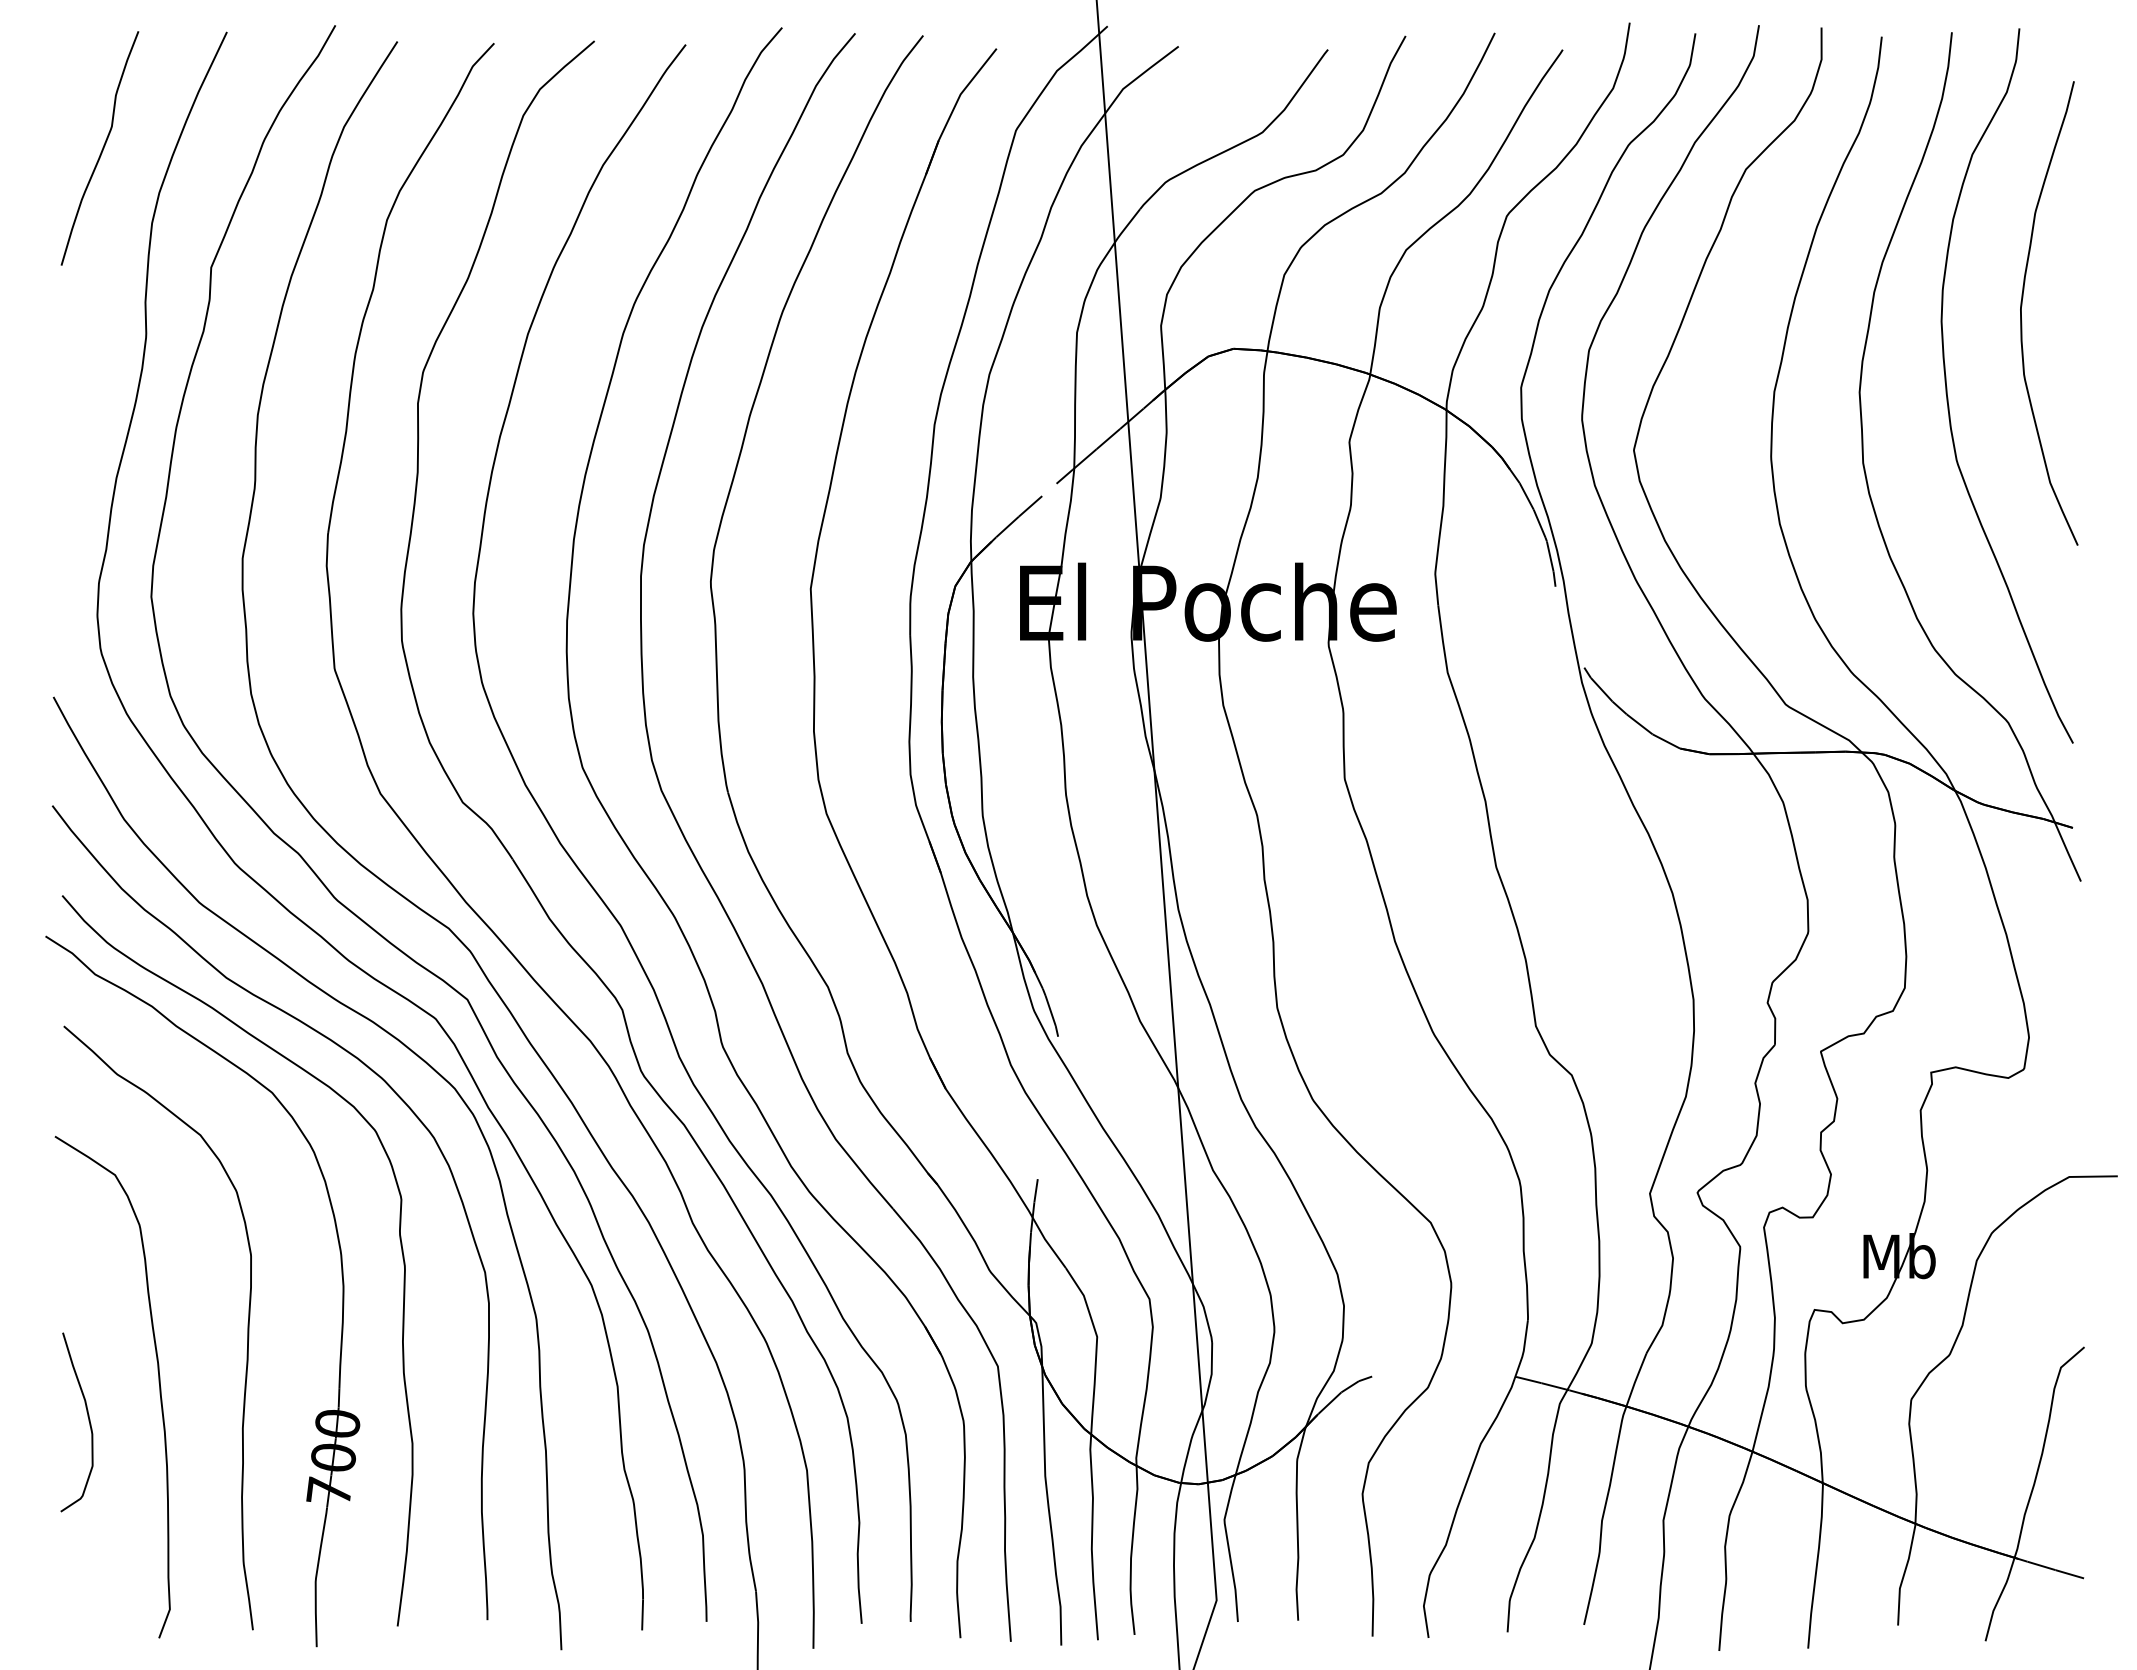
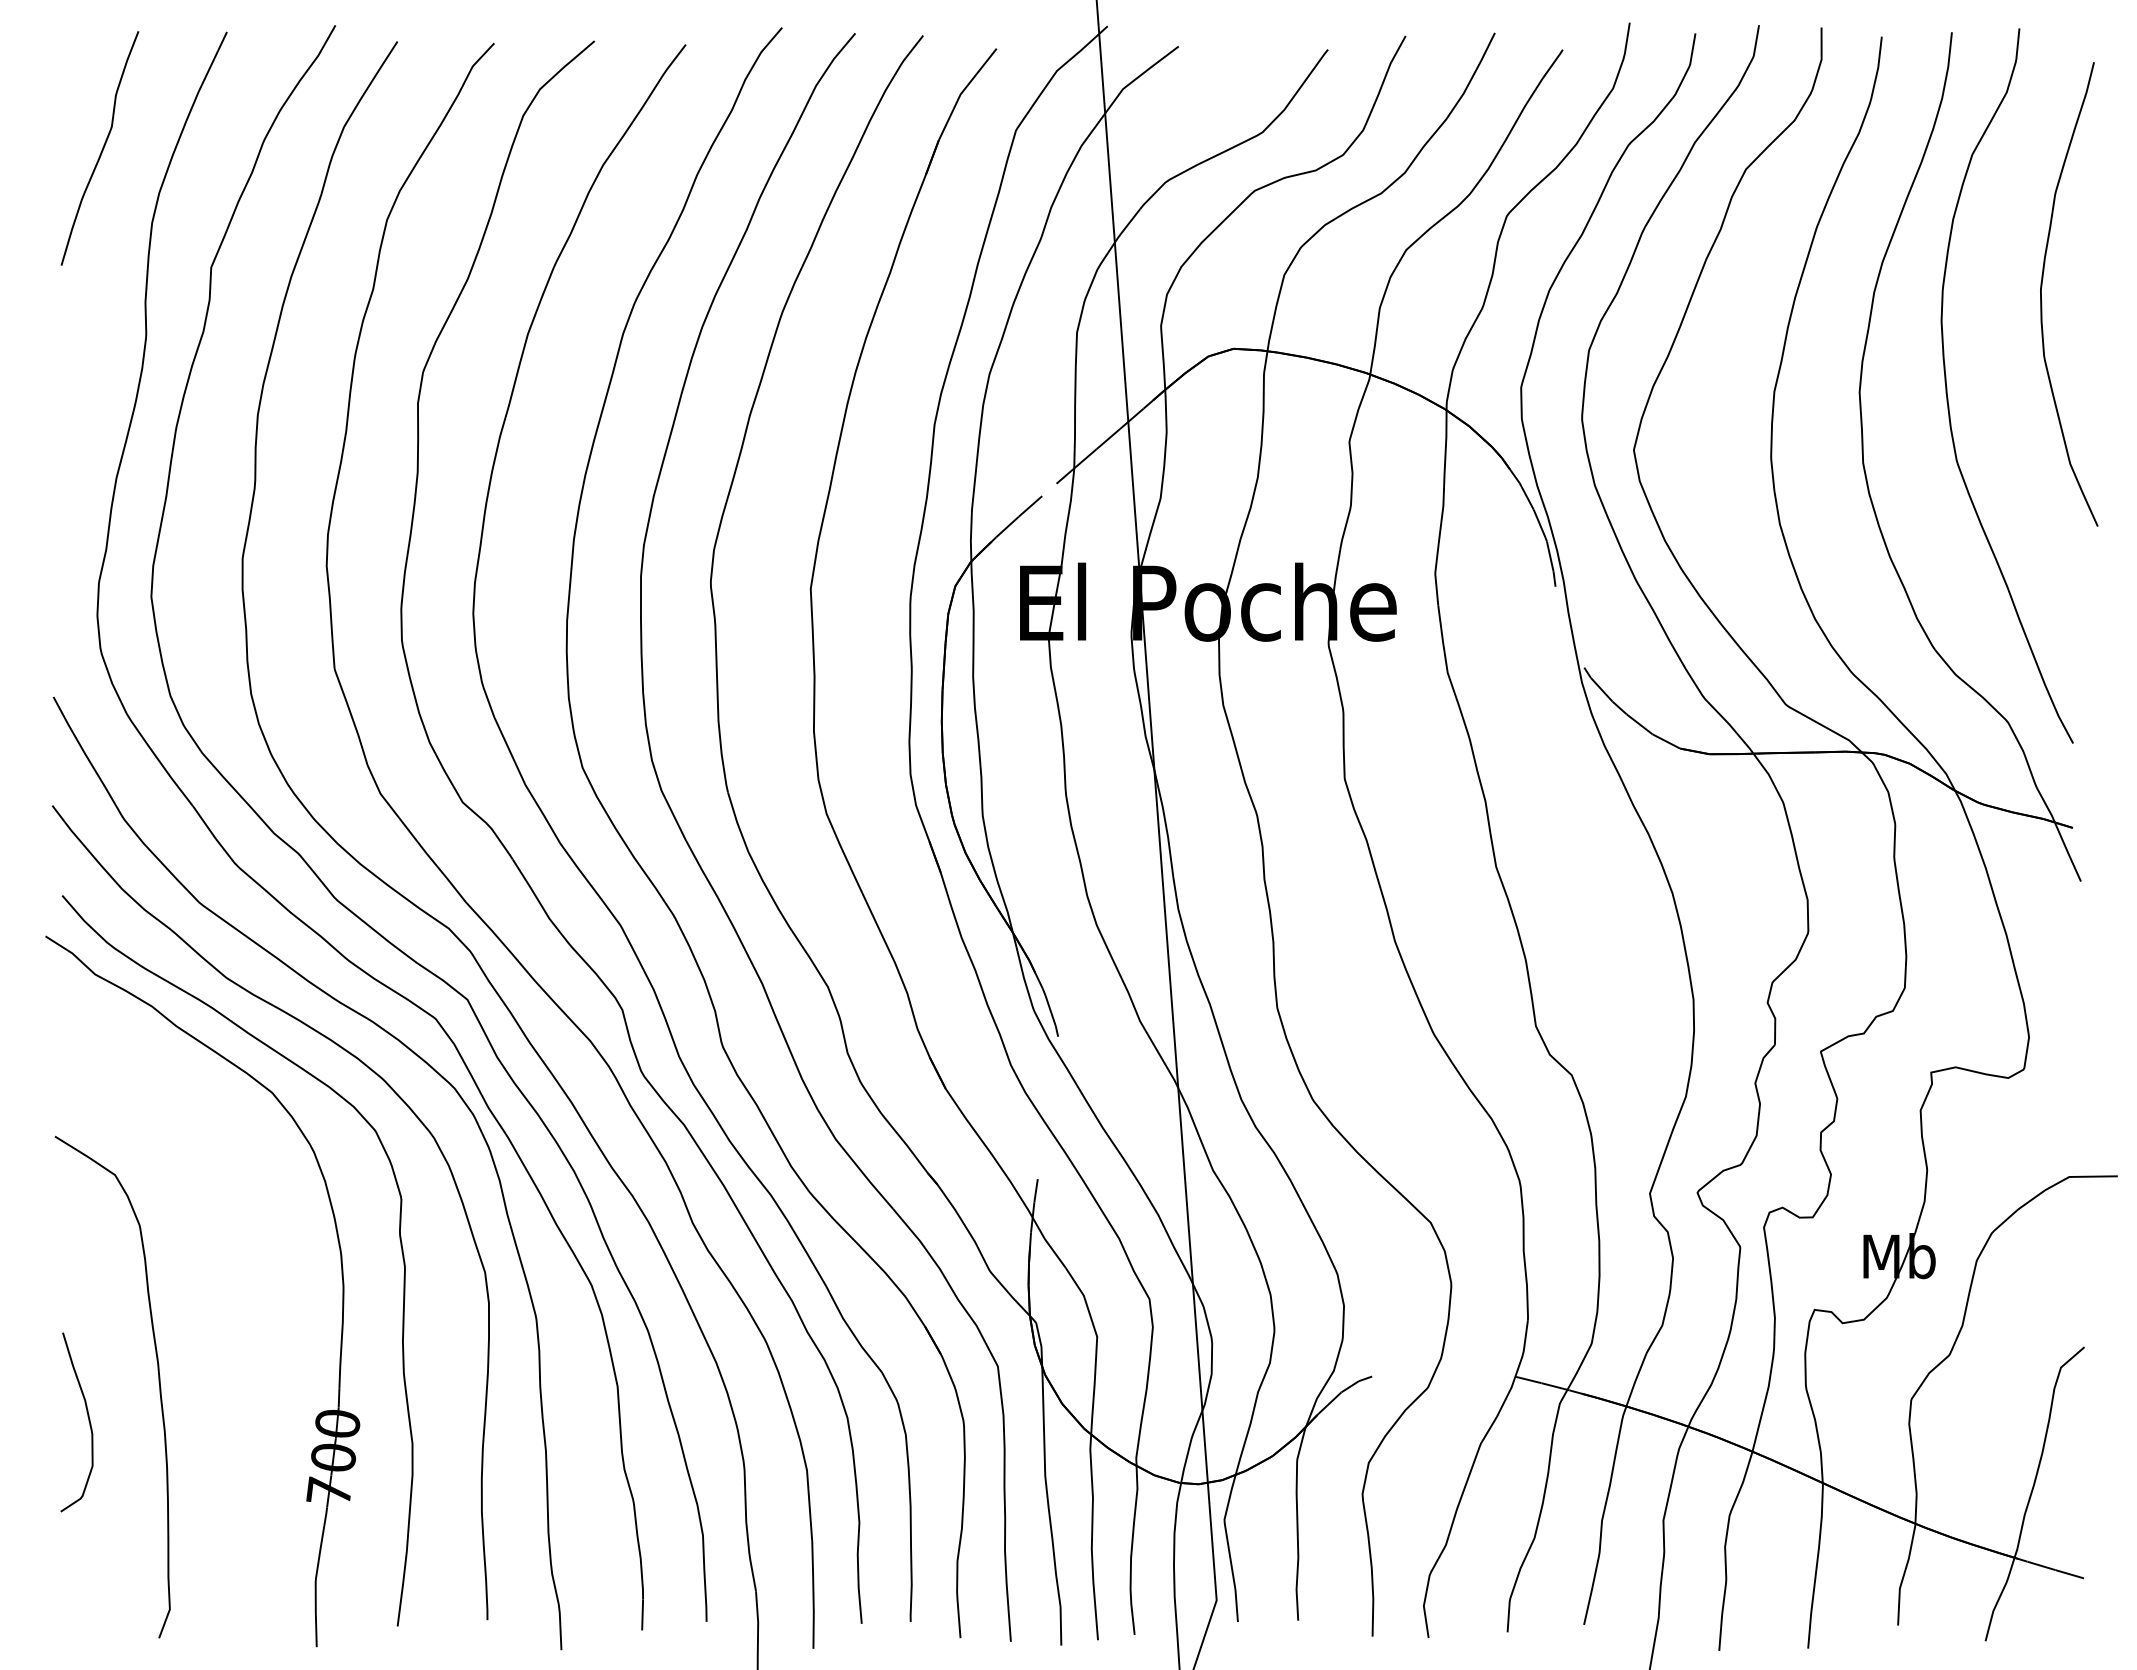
curve at (2021, 313) position: (2021, 313) -> (2041, 294)
curve at (247, 1327): present -> none
